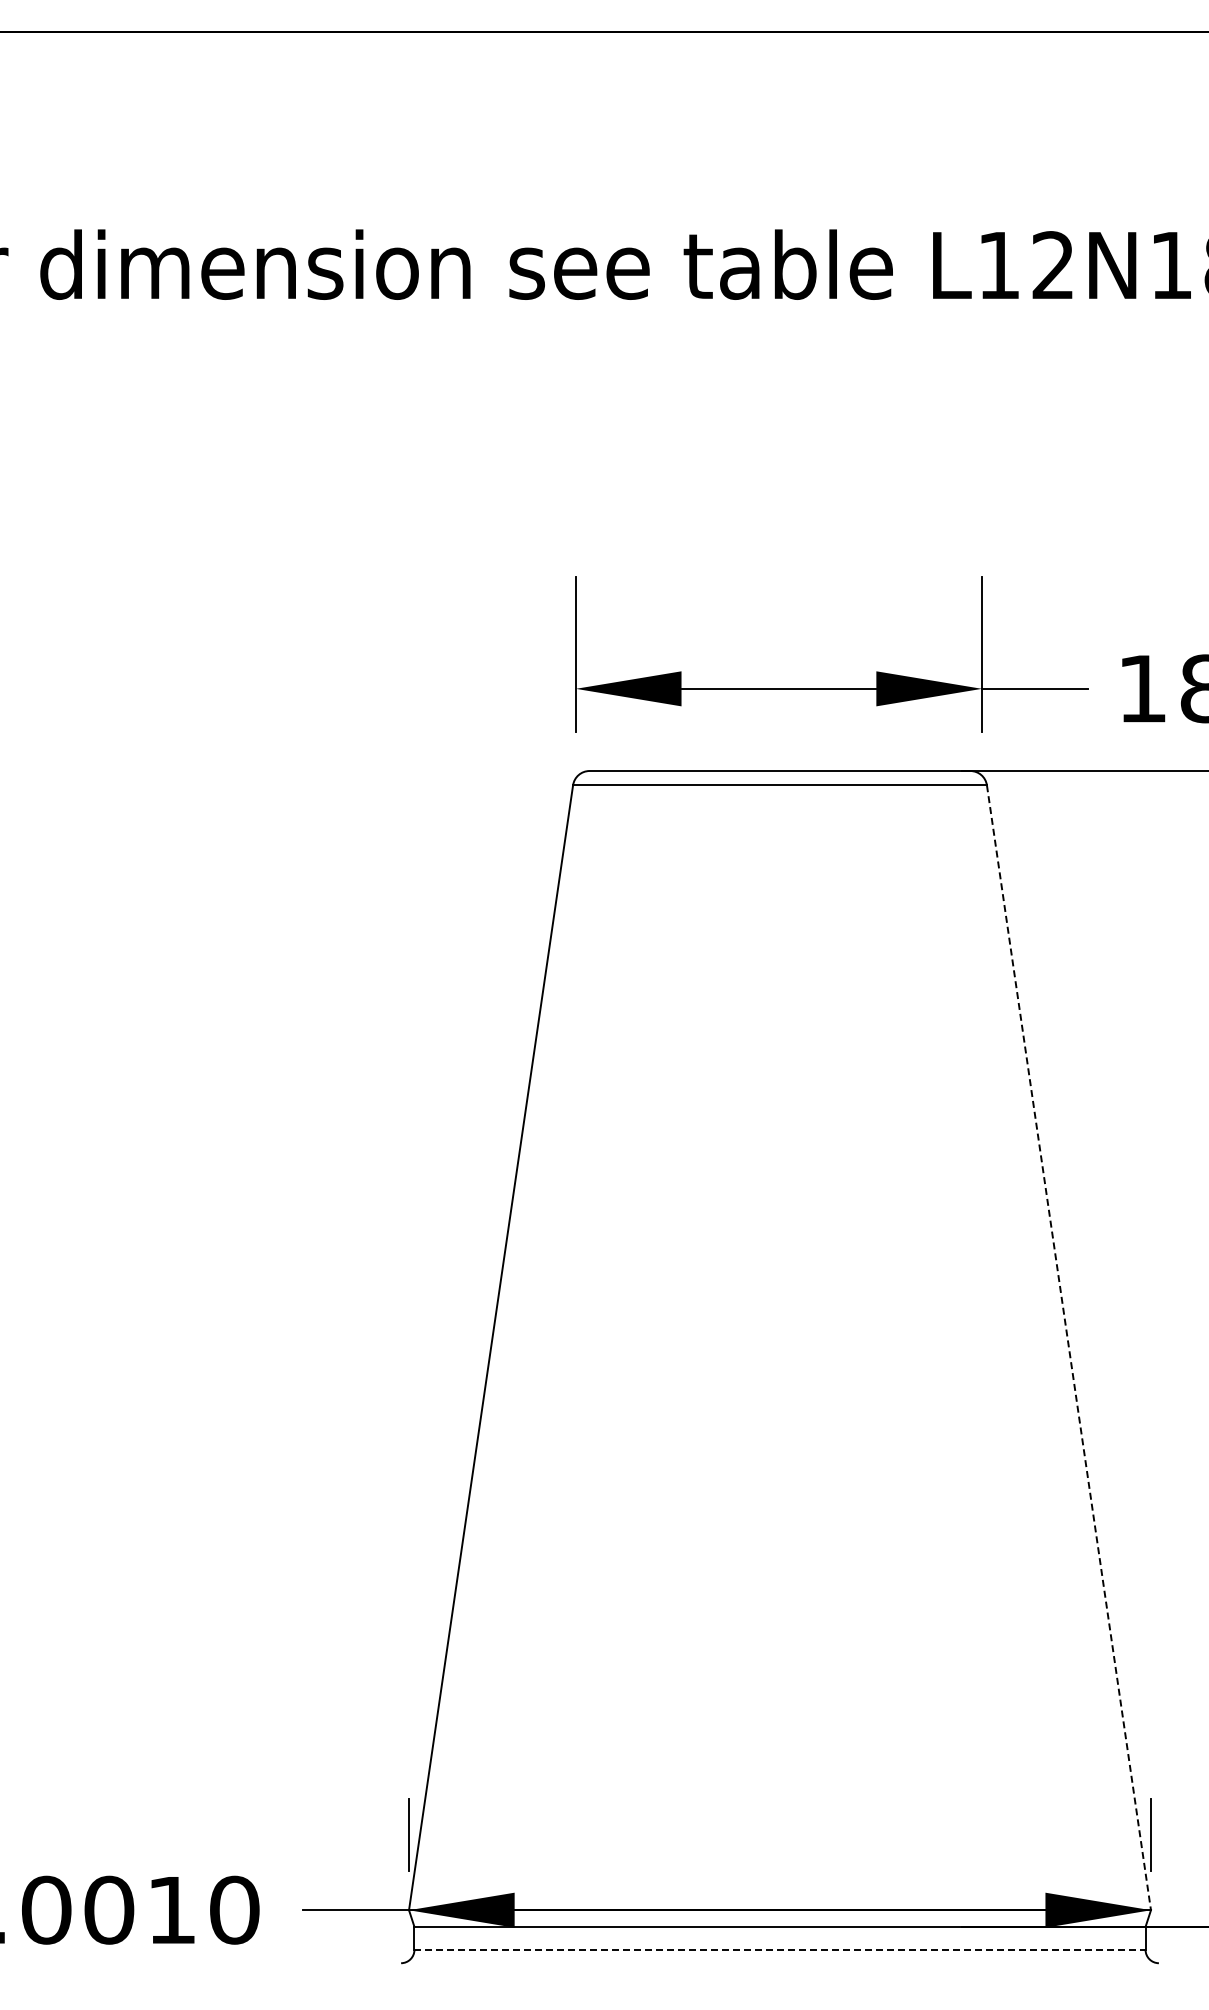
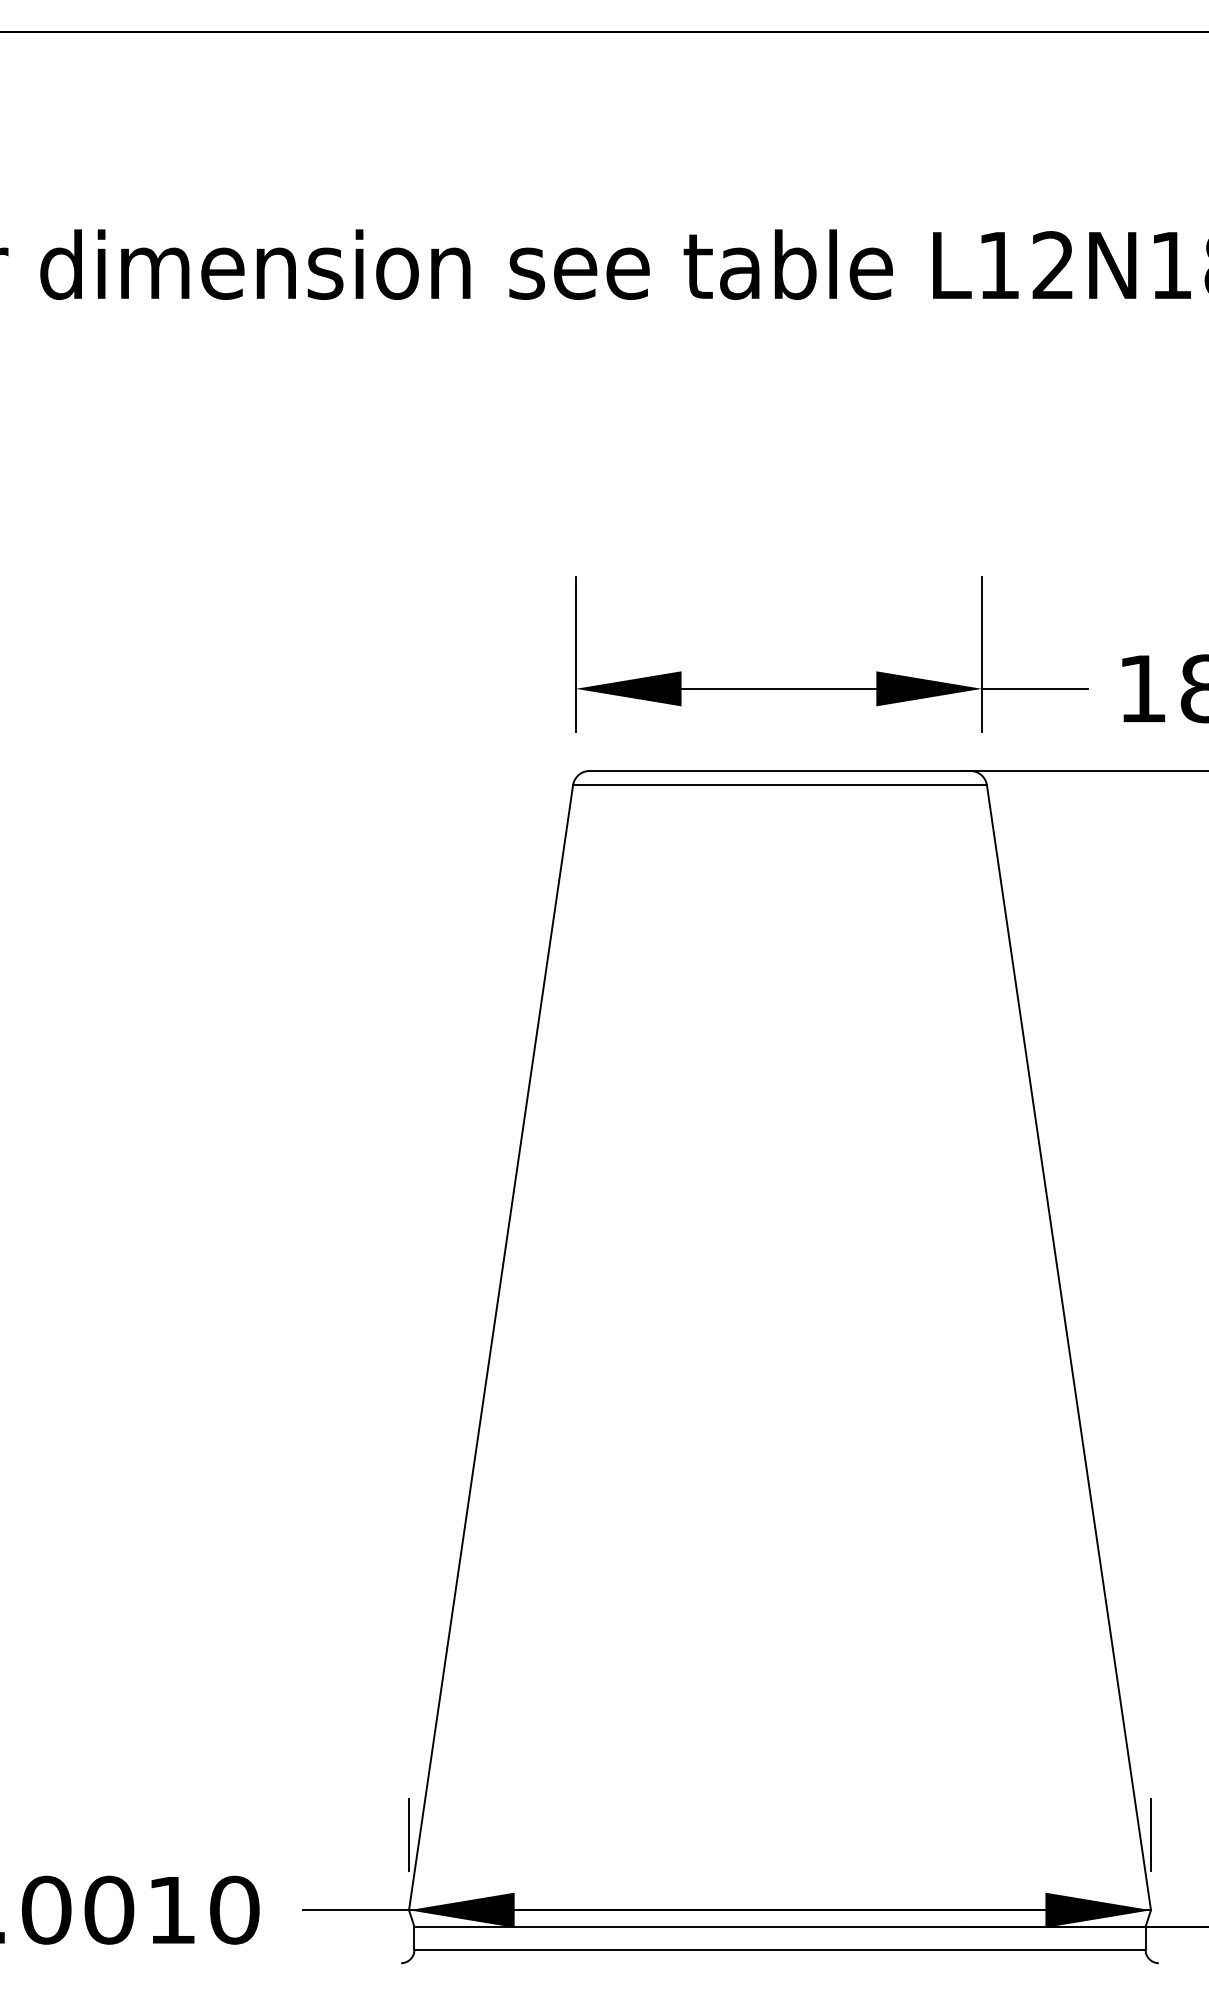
line at (1069, 1348): dashed -> solid
line at (780, 1949): dashed -> solid
